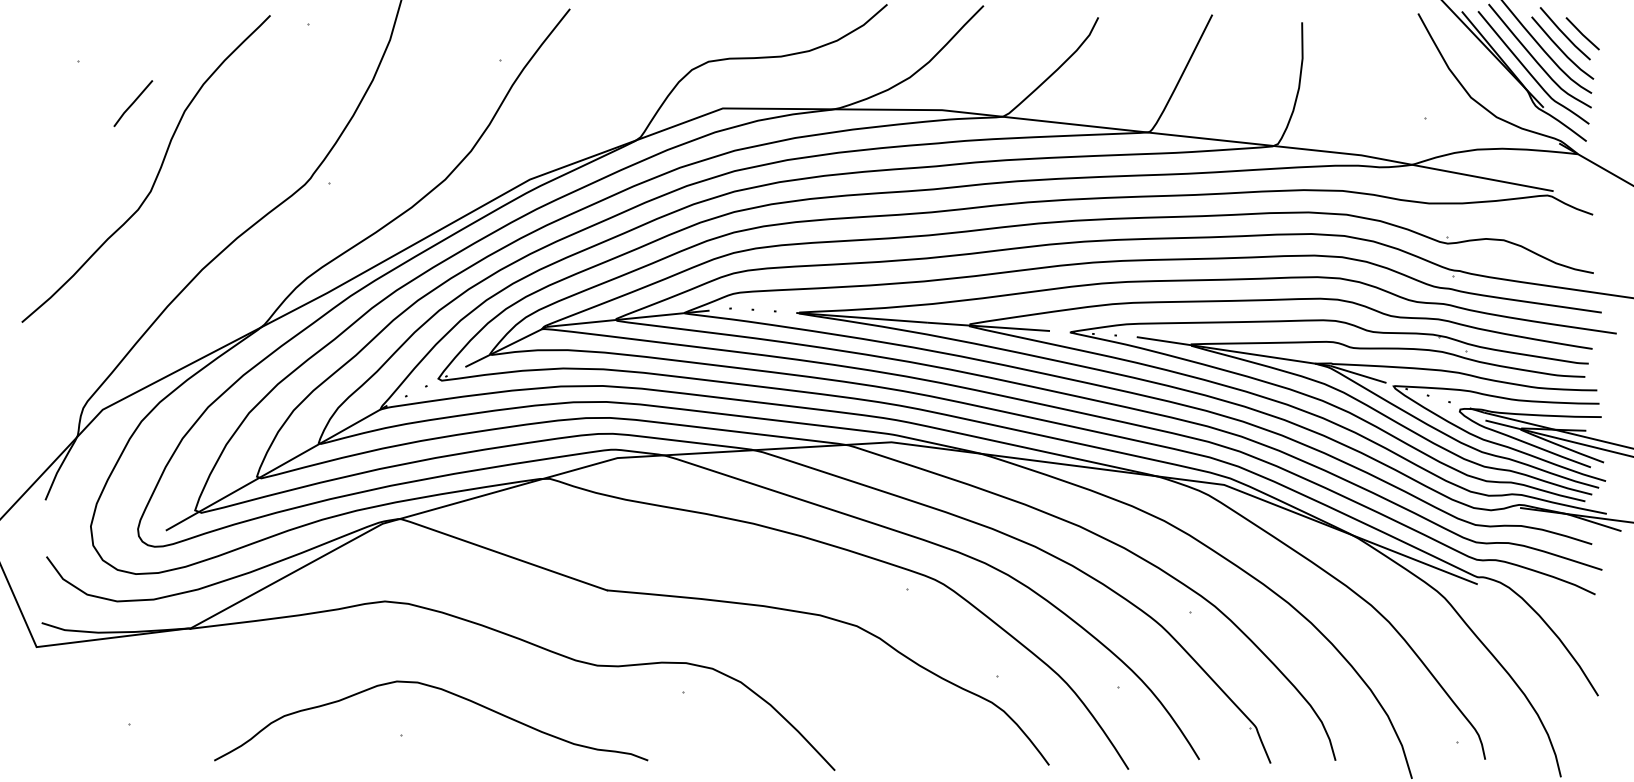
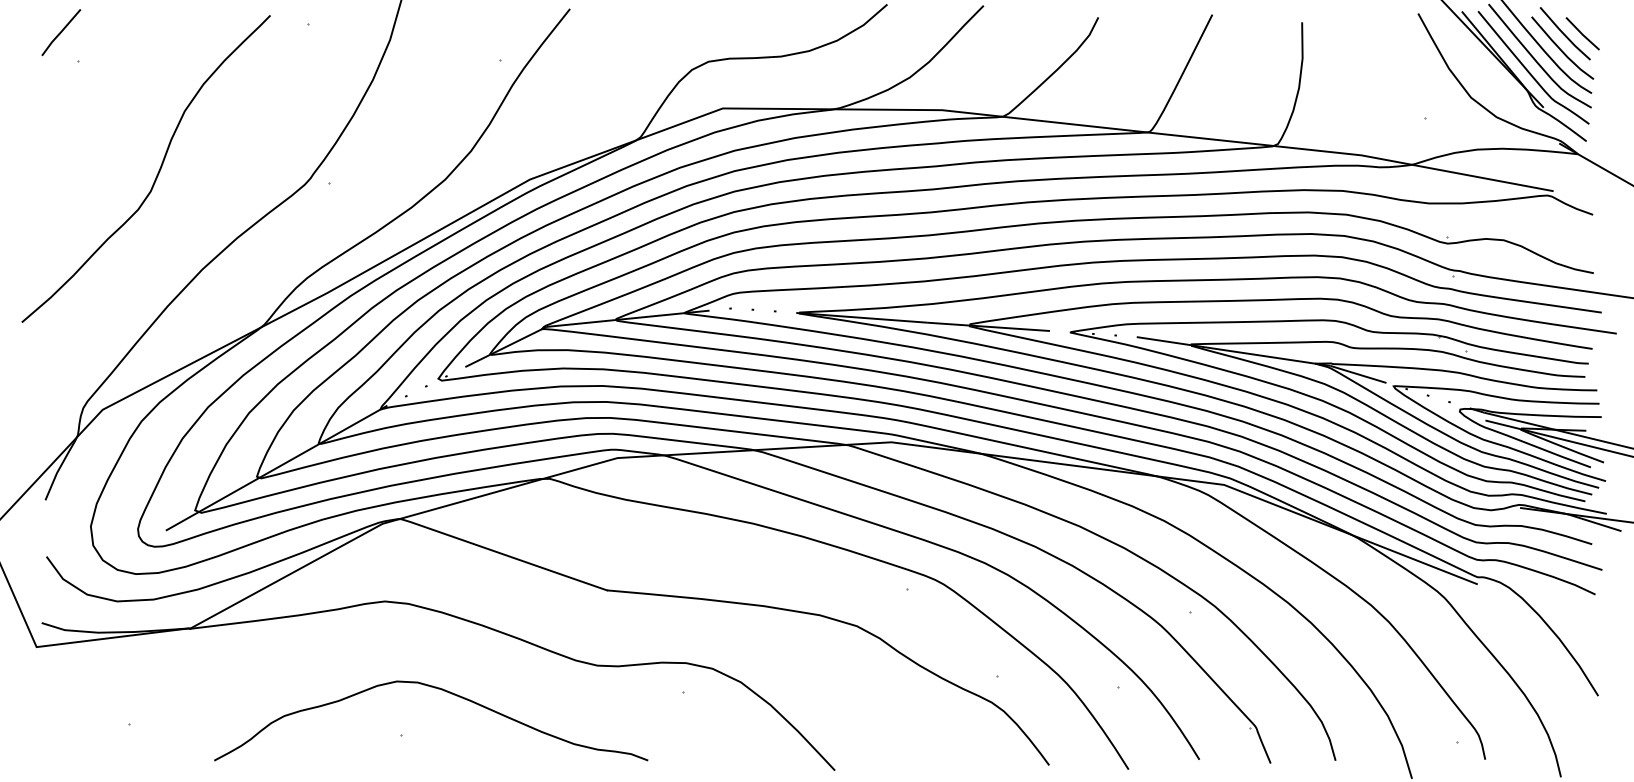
line at (133, 103) position: (133, 103) -> (61, 32)
